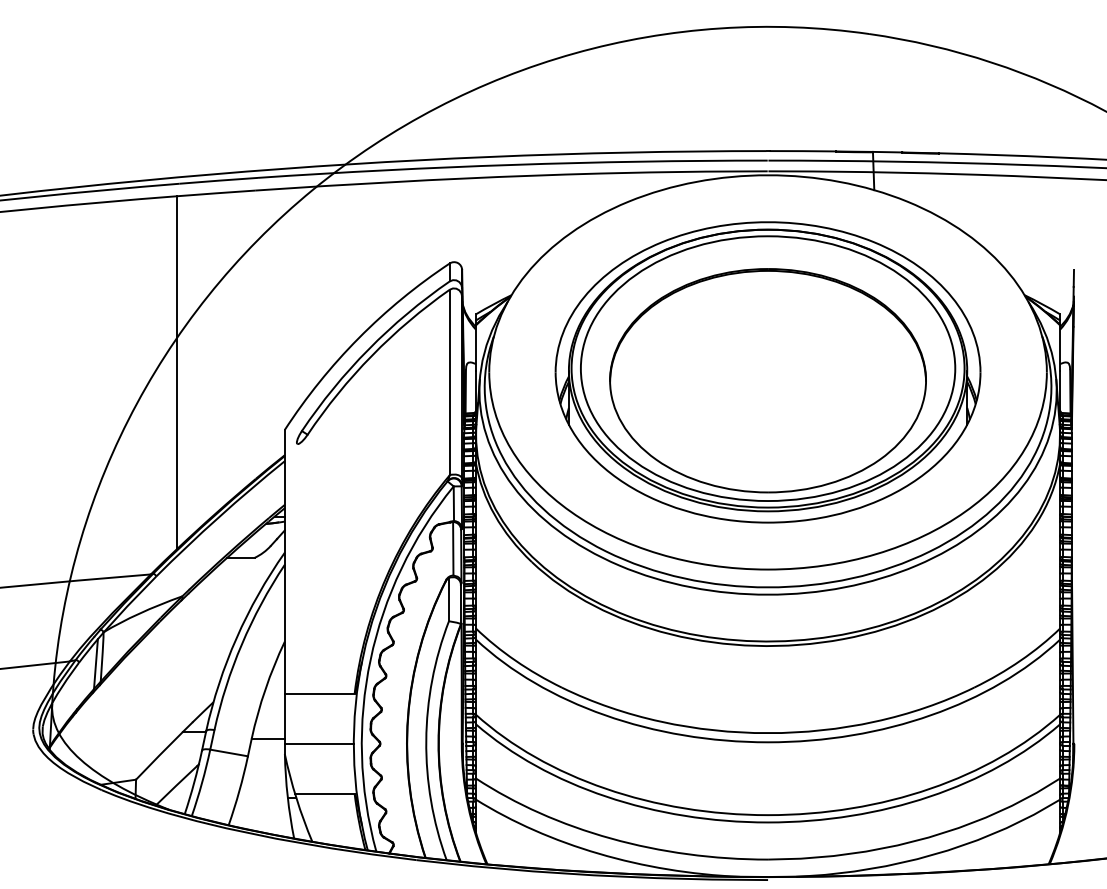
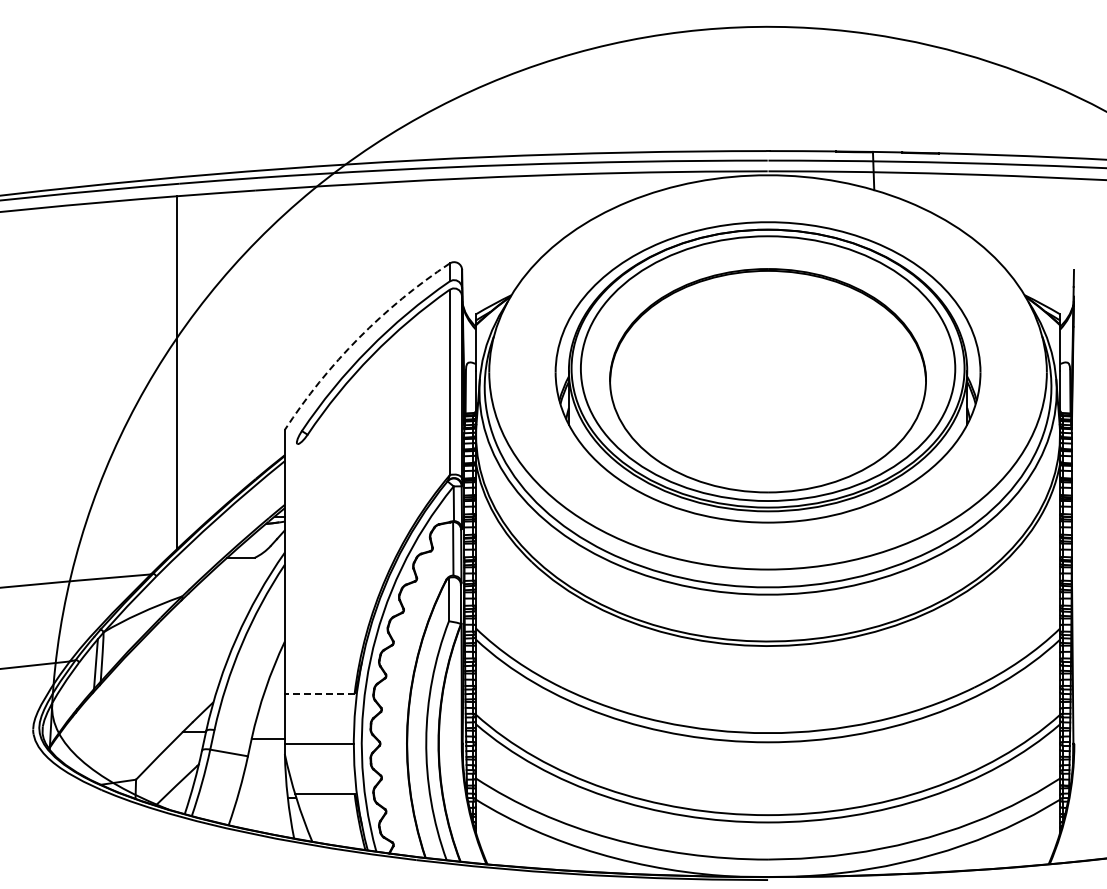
arc at (358, 338): solid -> dashed
line at (319, 693): solid -> dashed
